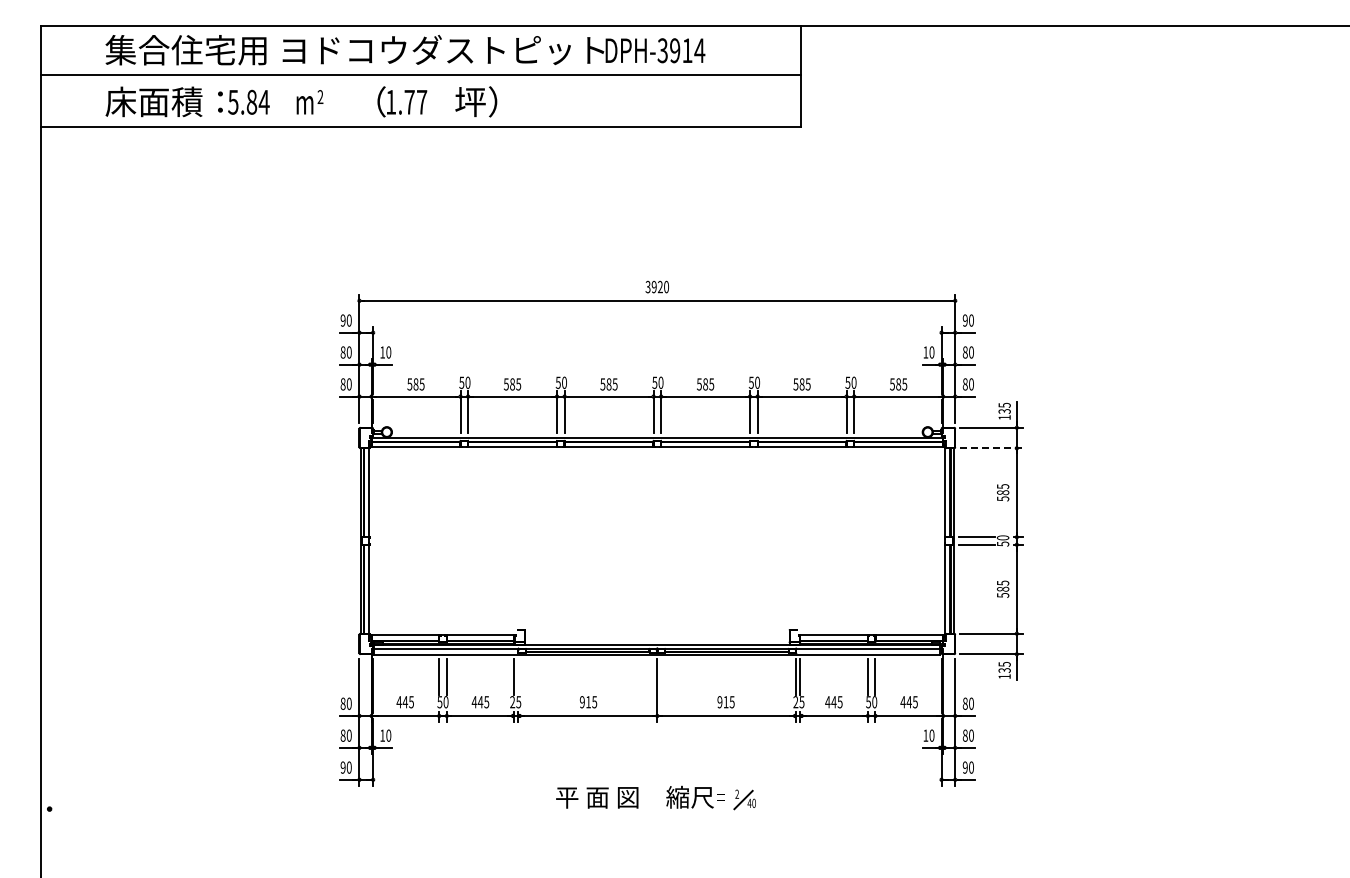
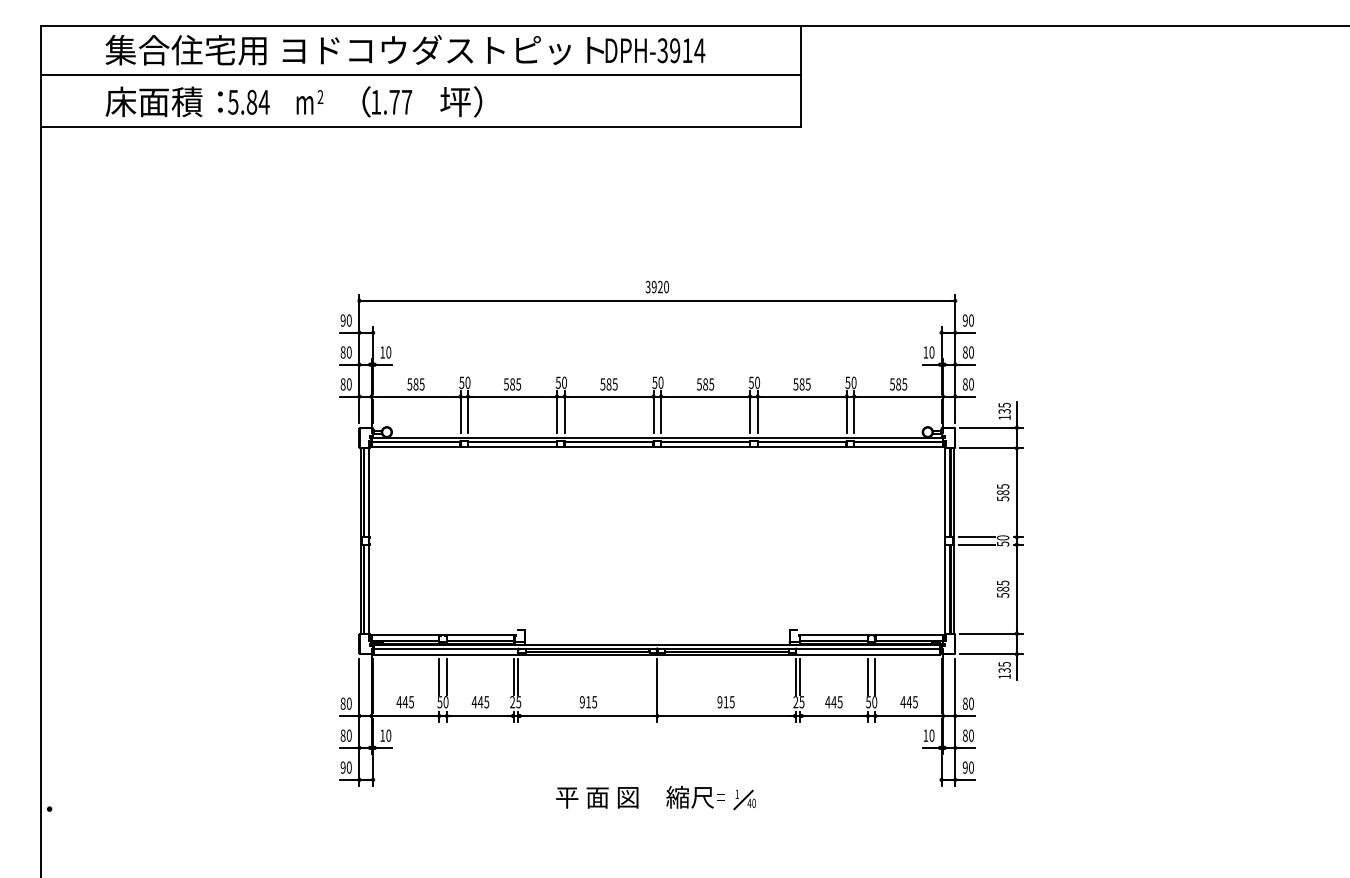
text at (437, 101) position: (437, 101) -> (422, 101)
line at (992, 448): dashed -> solid
line at (518, 677): none -> present
text at (737, 793): 2 -> 1
